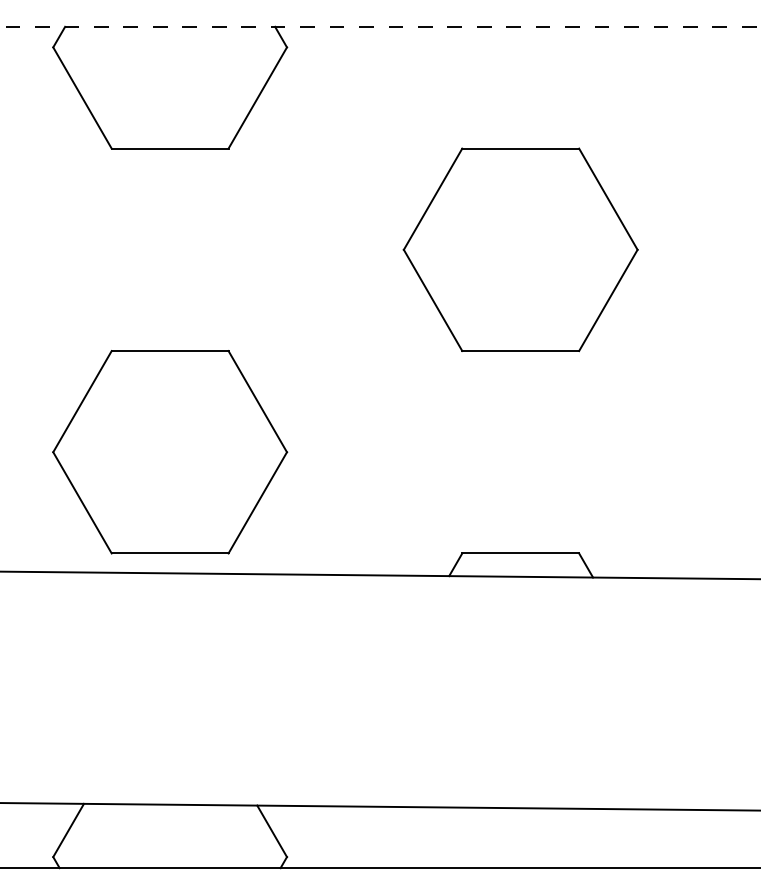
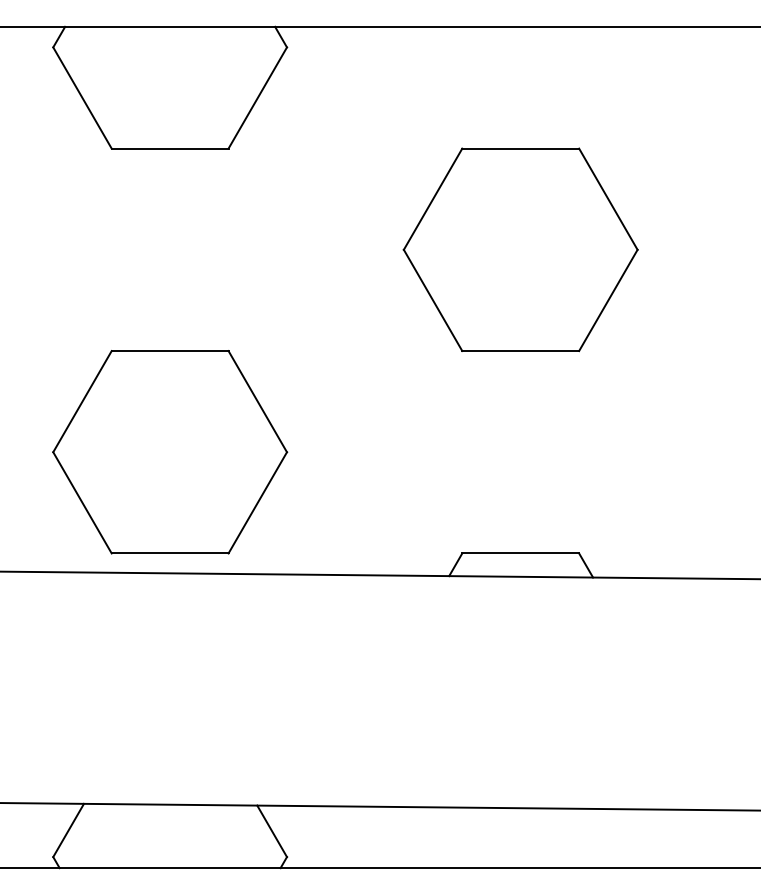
line at (380, 26): dashed -> solid
